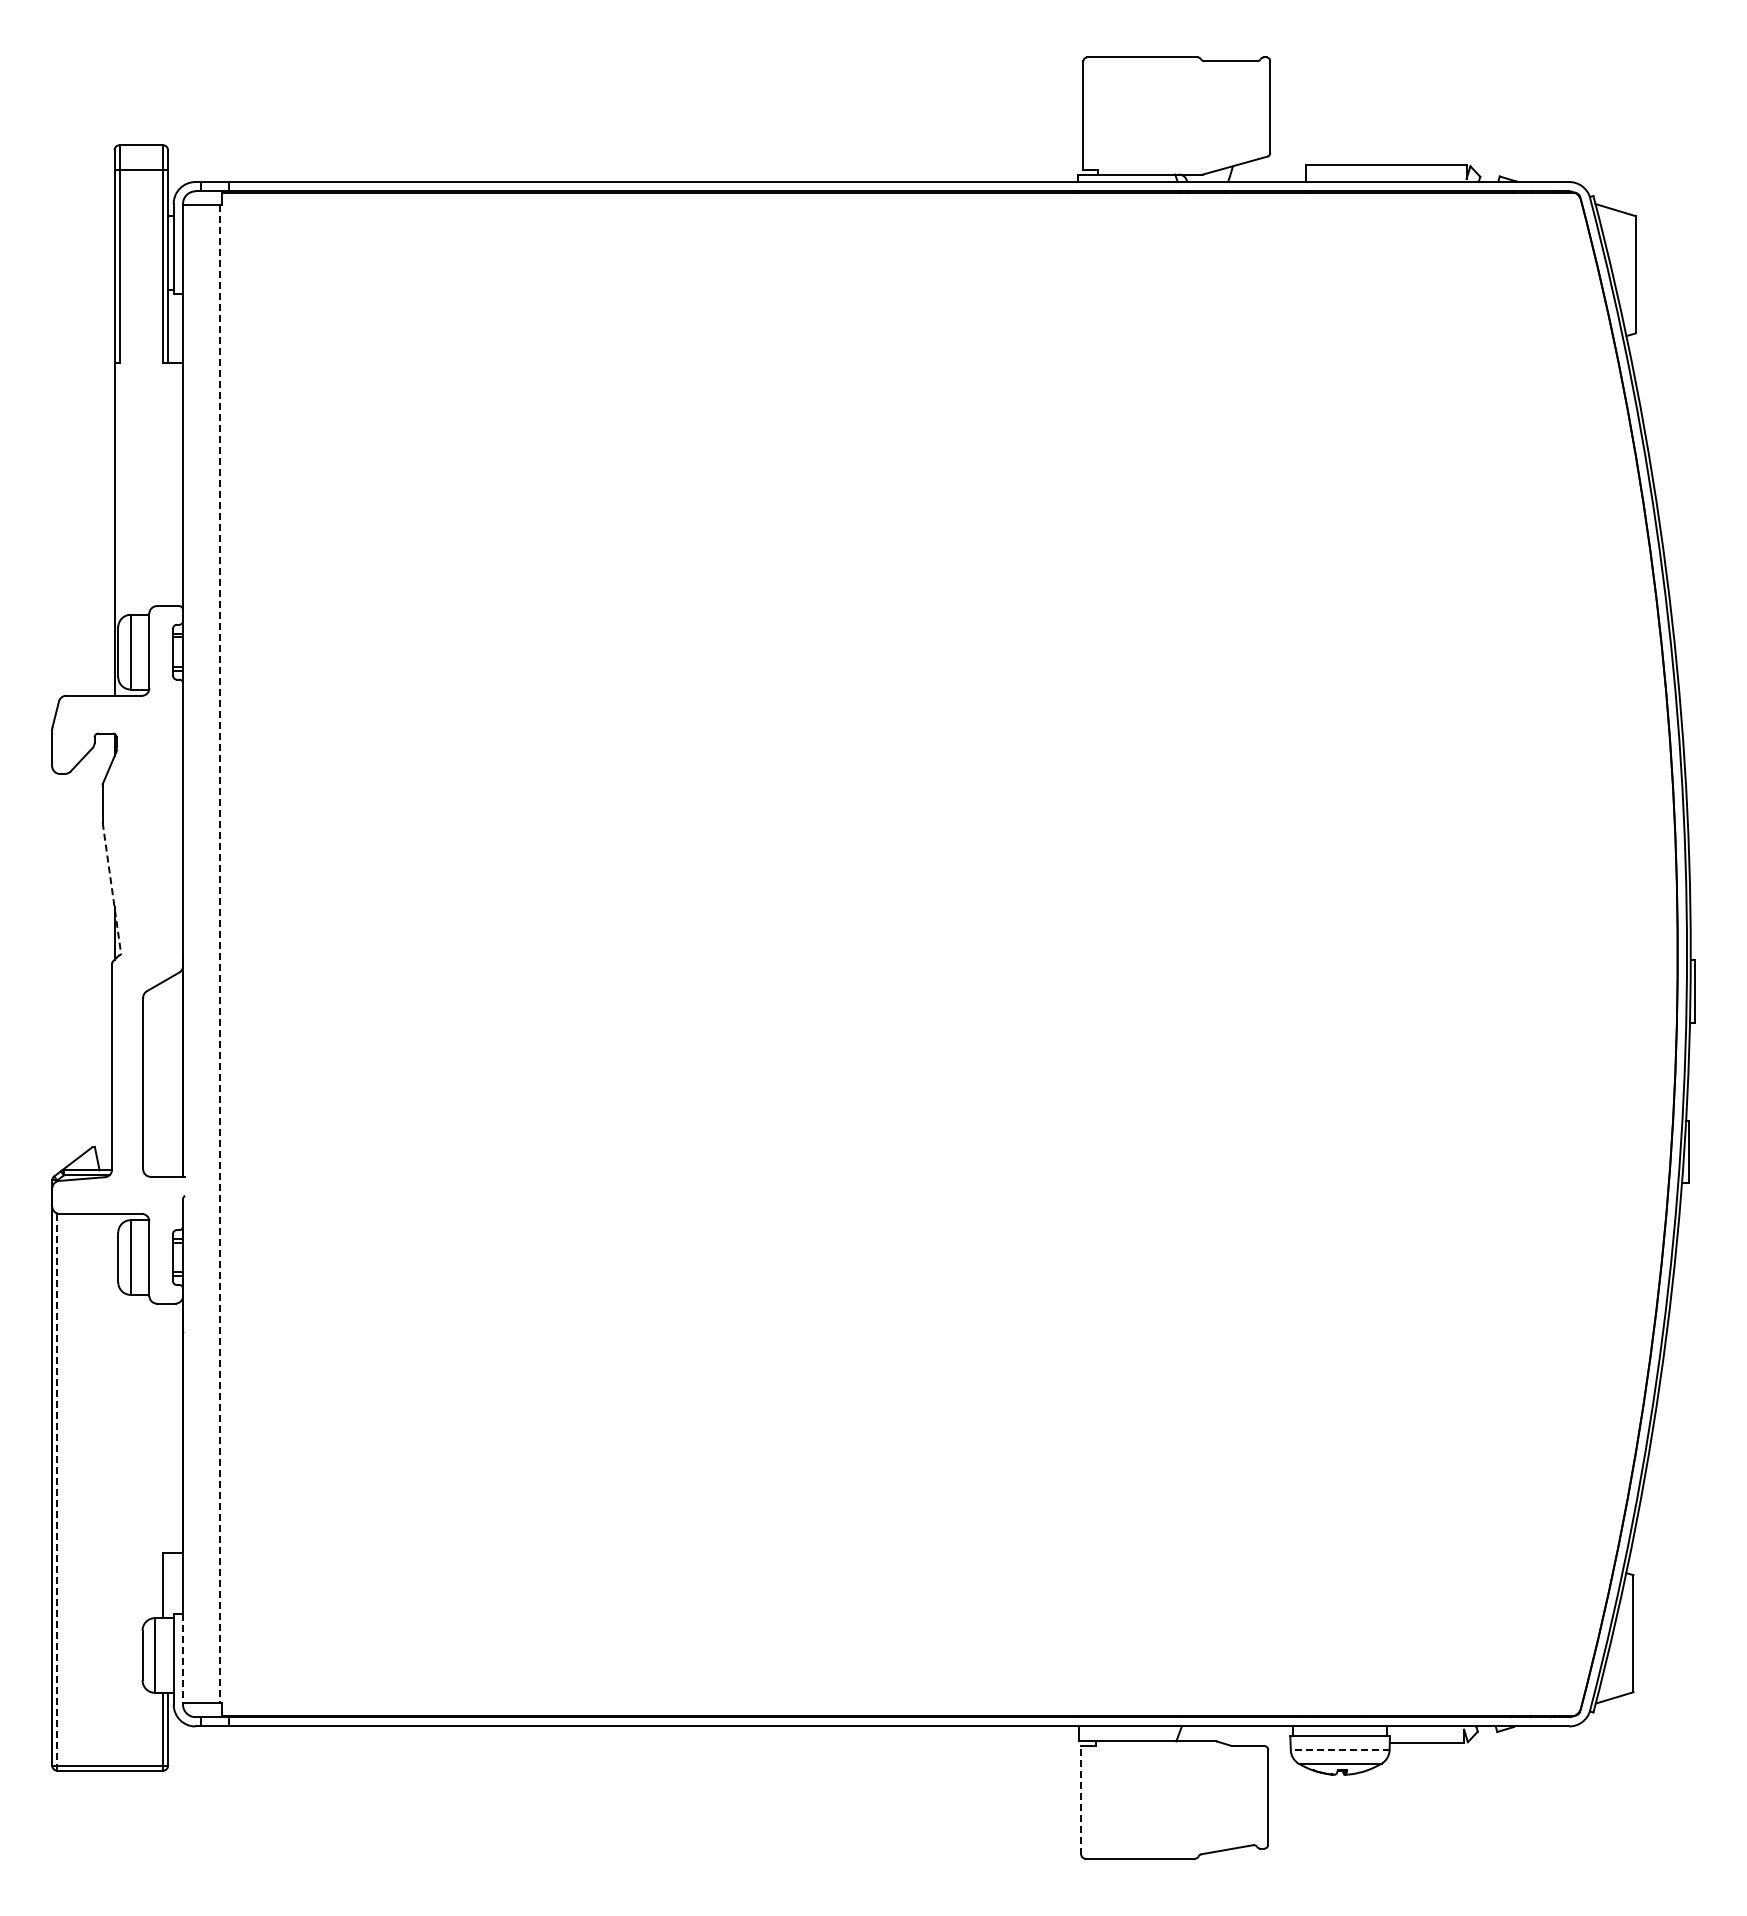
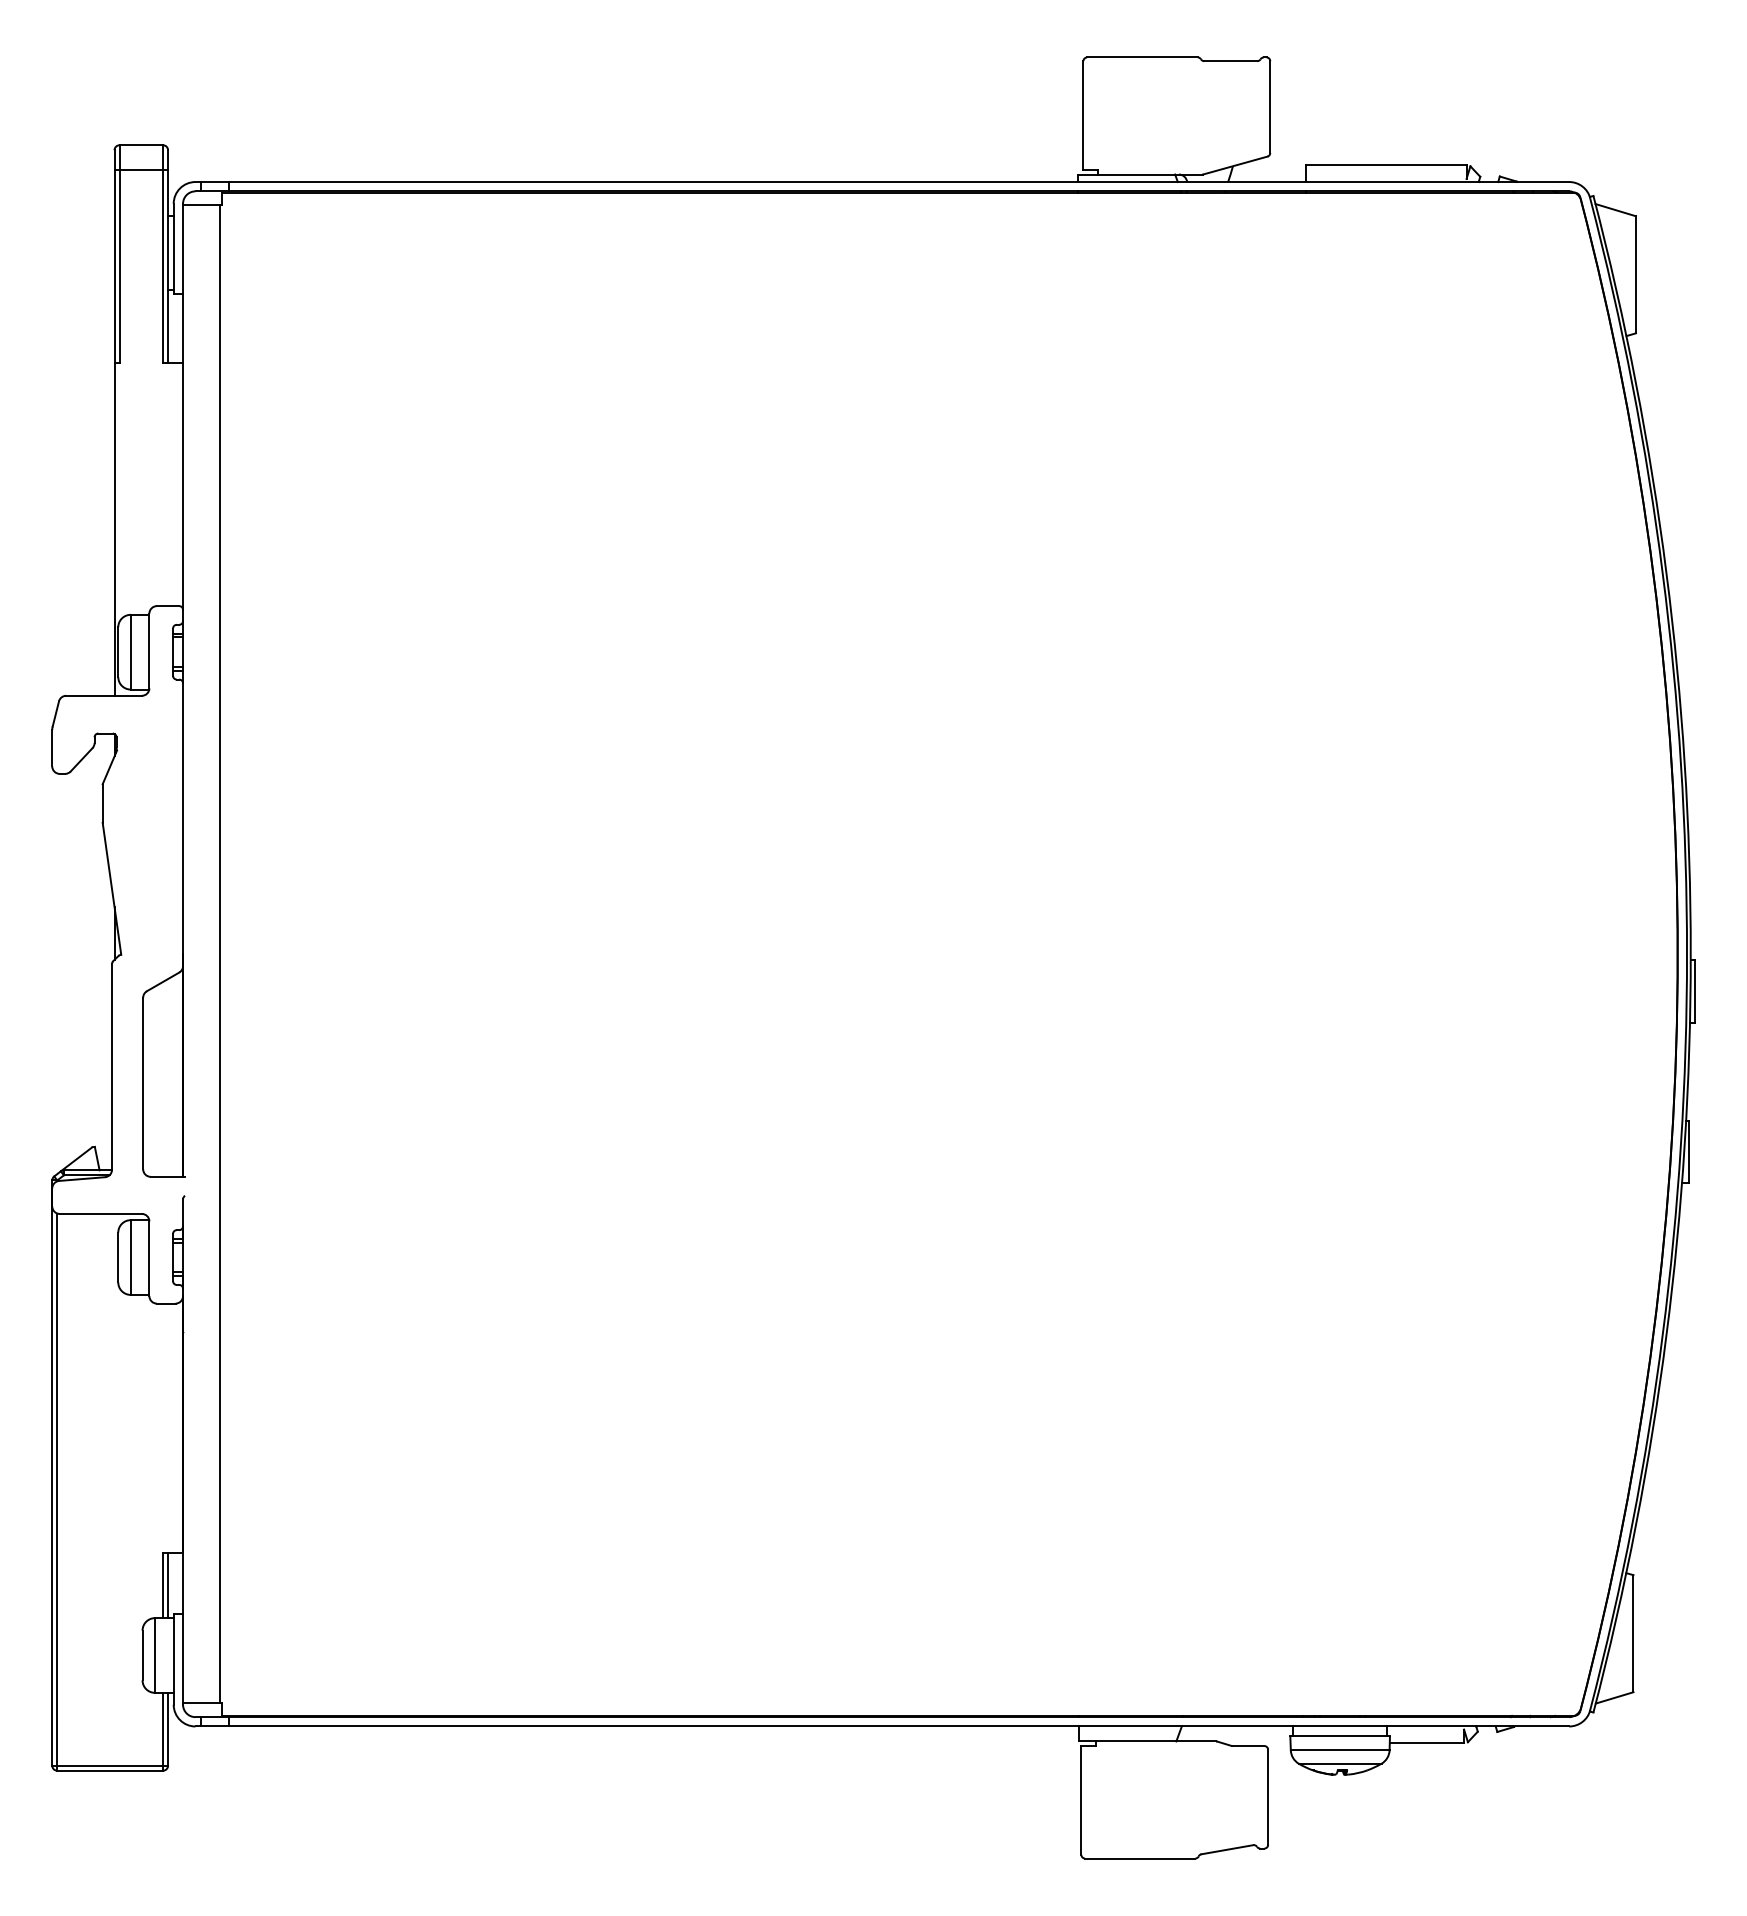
line at (111, 888): dashed -> solid
line at (220, 954): dashed -> solid
line at (57, 1490): dashed -> solid
line at (168, 1585): none -> present
line at (183, 1660): dashed -> solid
line at (1339, 1750): dashed -> solid
line at (1081, 1799): dashed -> solid
